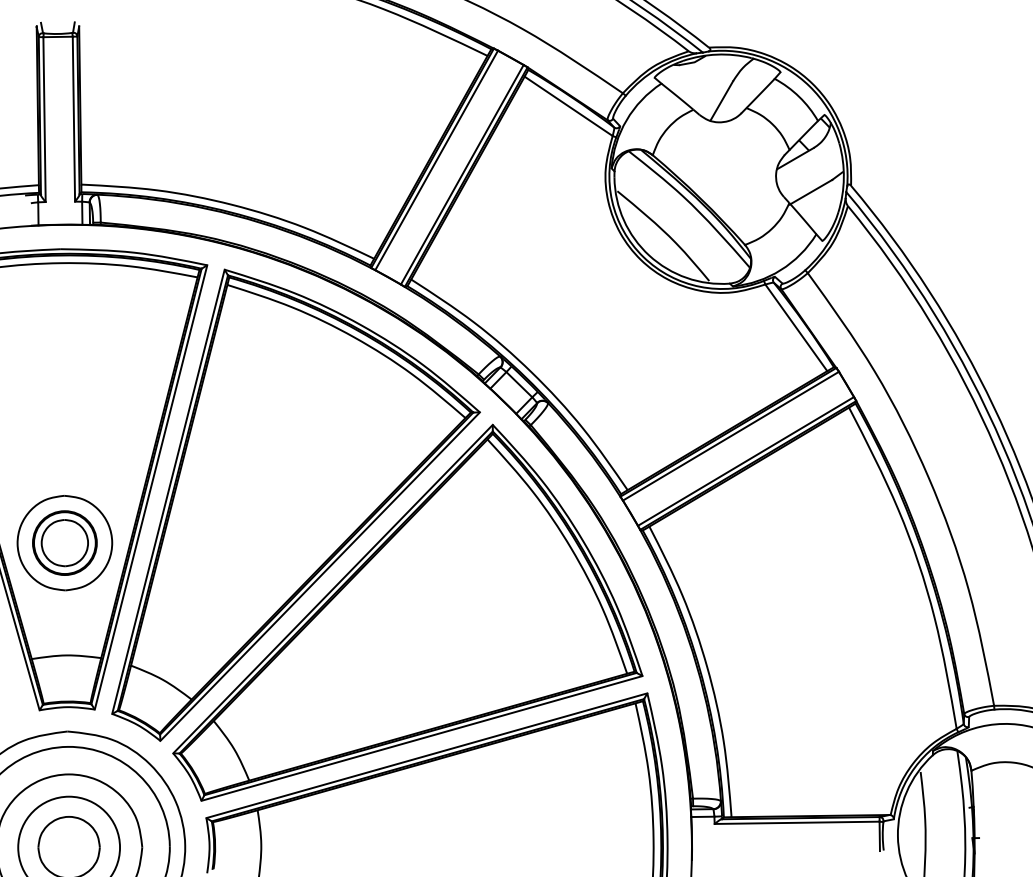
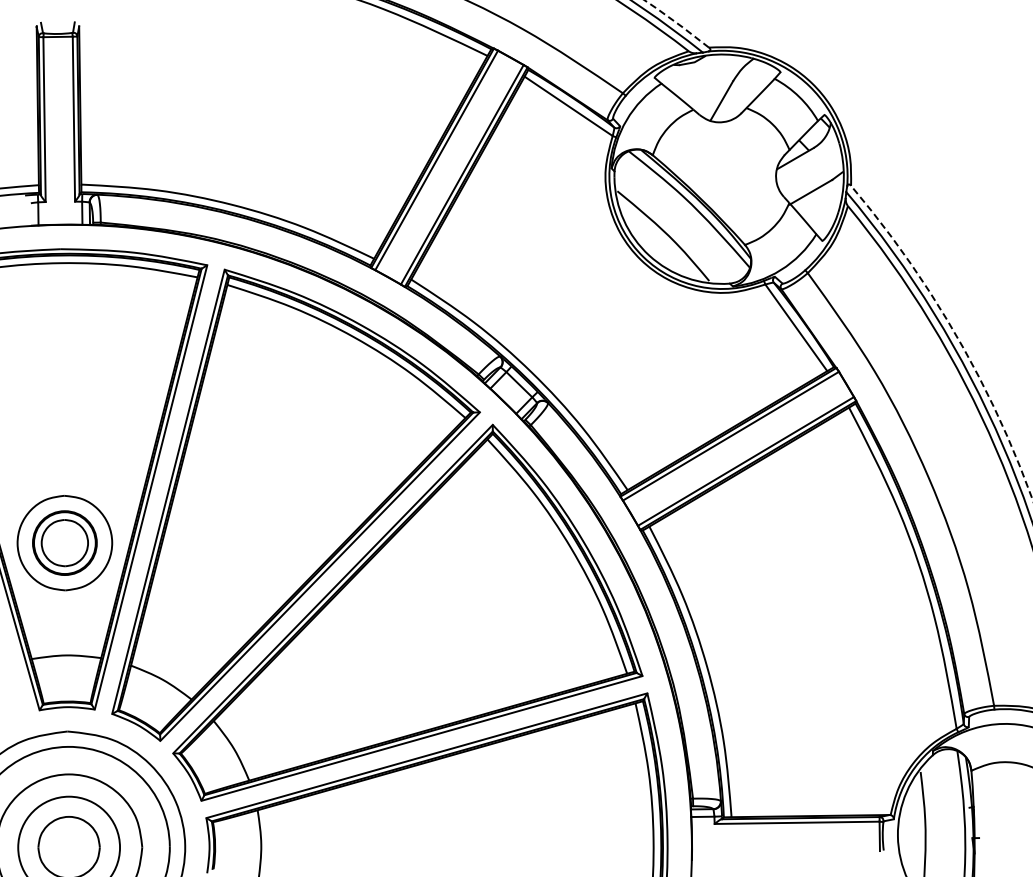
arc at (677, 23): solid -> dashed
arc at (955, 333): solid -> dashed
